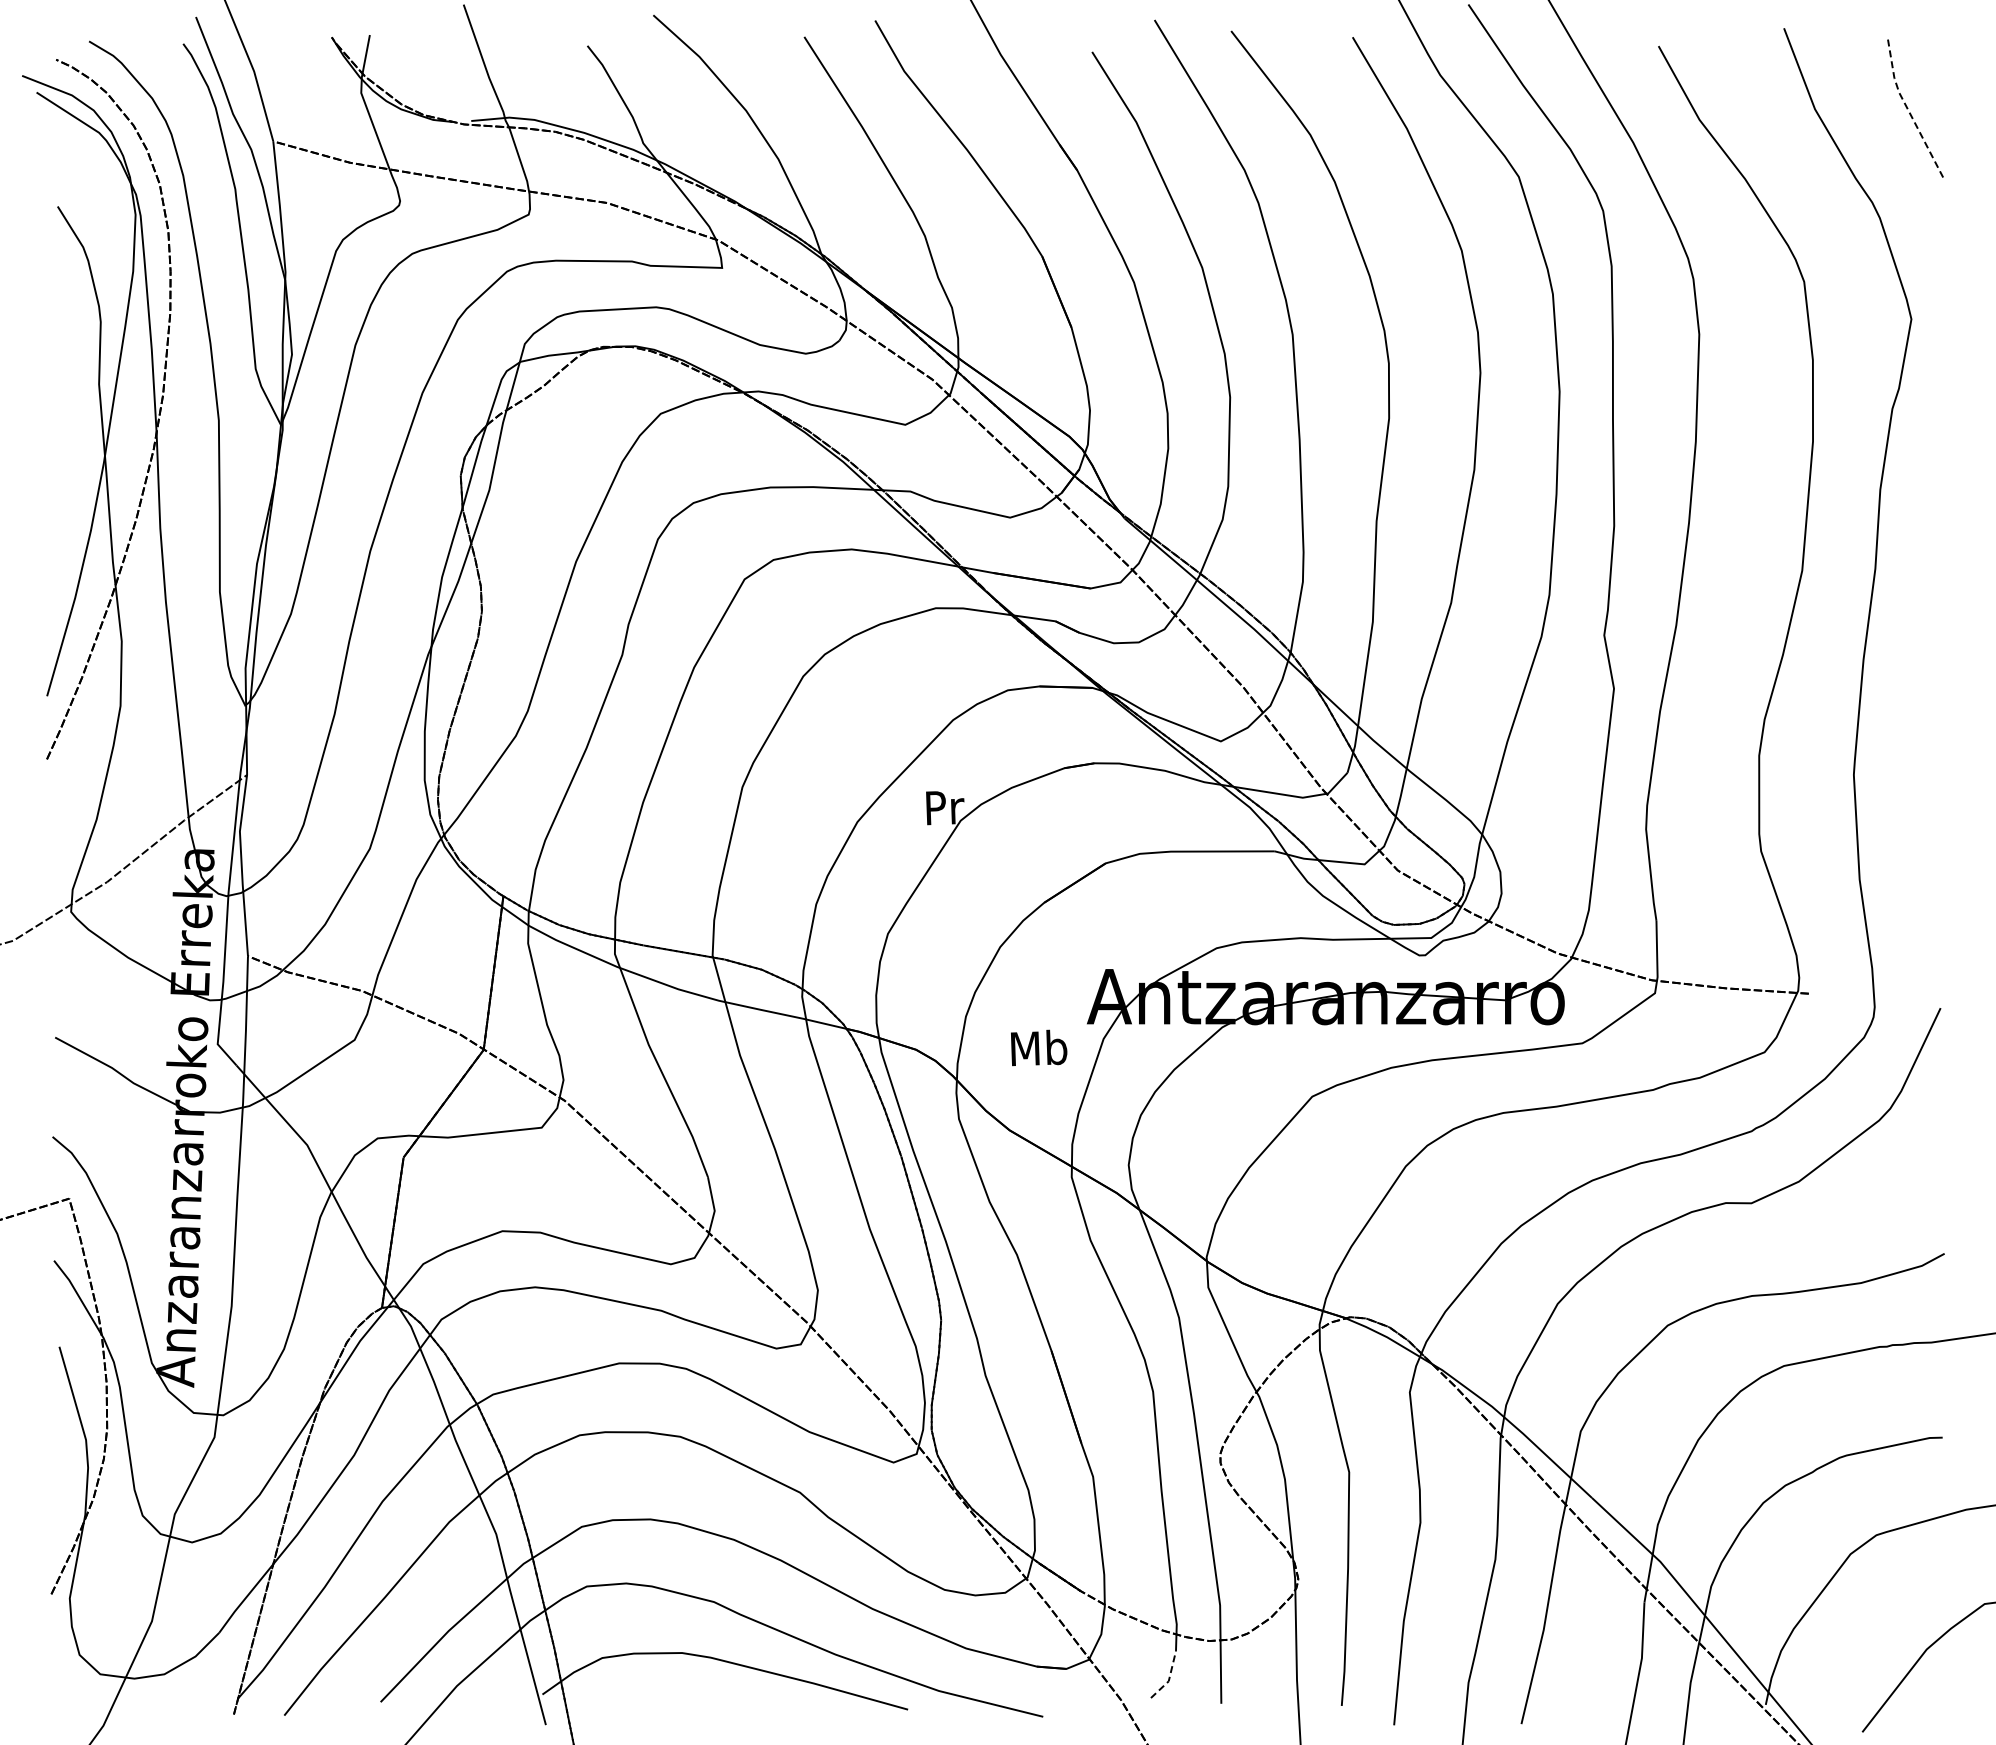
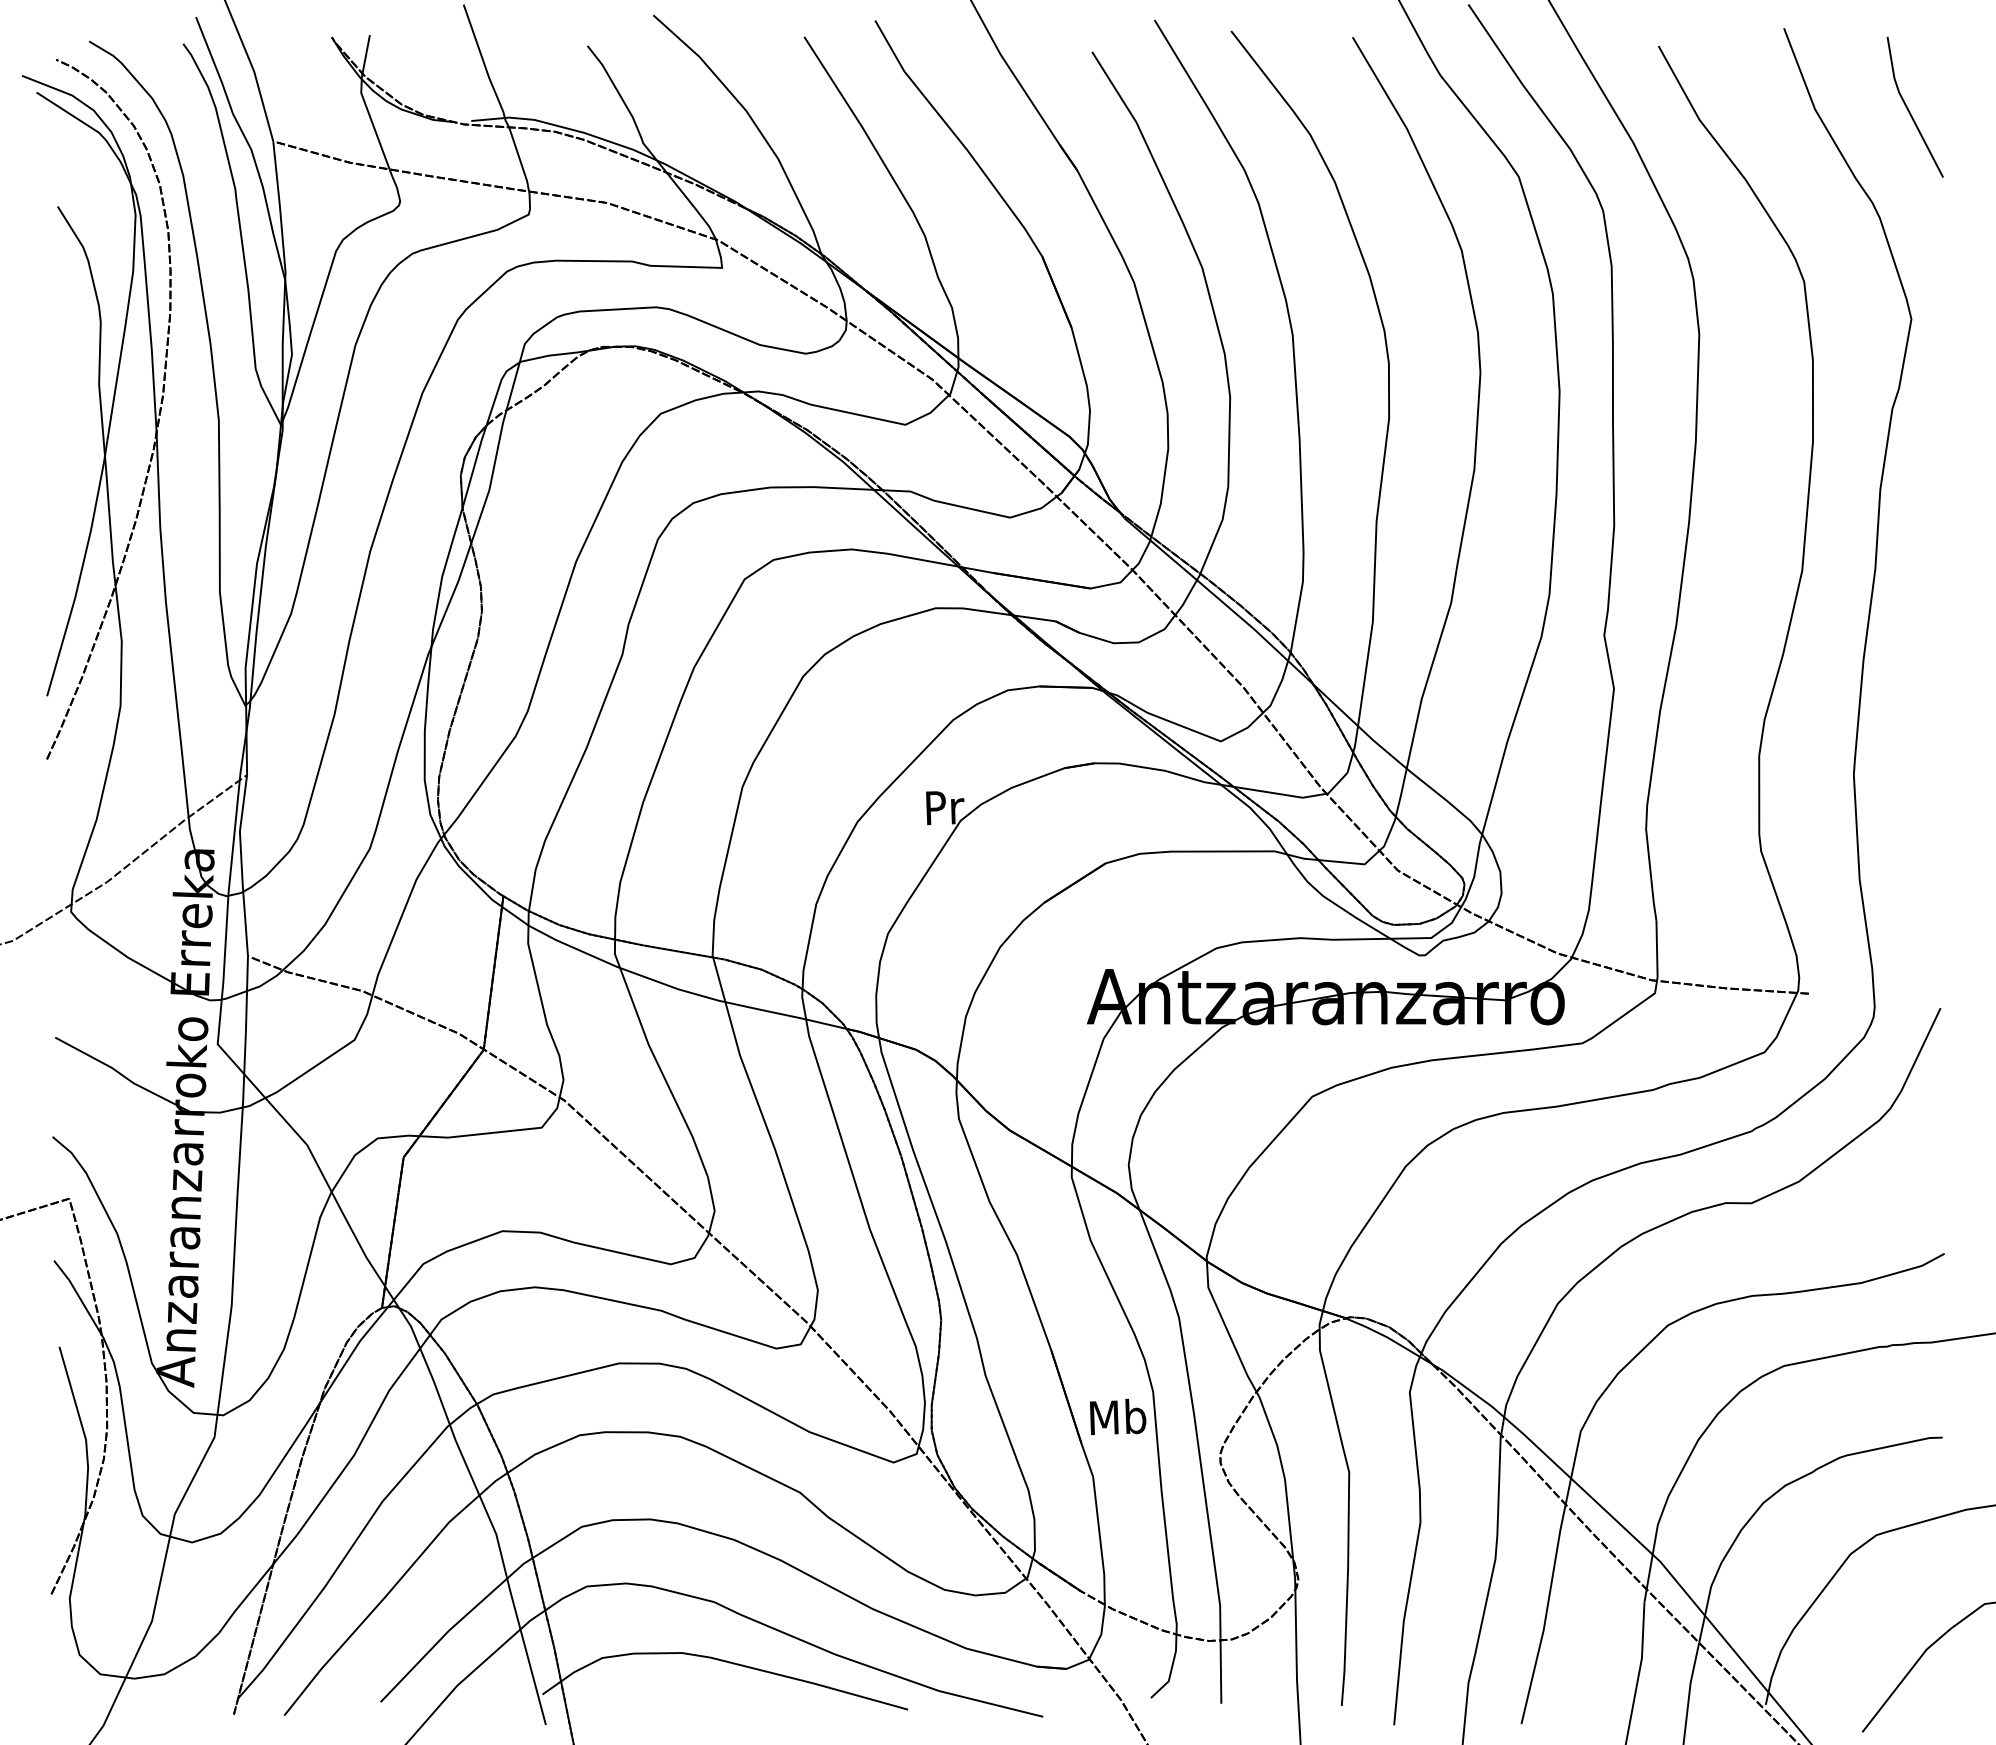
line at (1907, 108): dashed -> solid
text at (1039, 1047) position: (1039, 1047) -> (1118, 1416)
line at (1169, 1678): dashed -> solid
